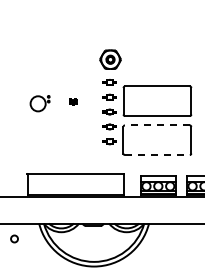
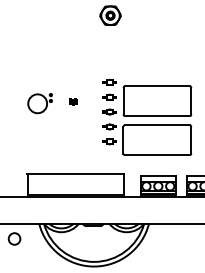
part at (110, 59) position: (110, 59) -> (110, 15)
part at (39, 103) size: 22x18 px -> 26x22 px
line at (156, 125): dashed -> solid
line at (157, 155): dashed -> solid
circle at (14, 238) size: 9x10 px -> 15x14 px
